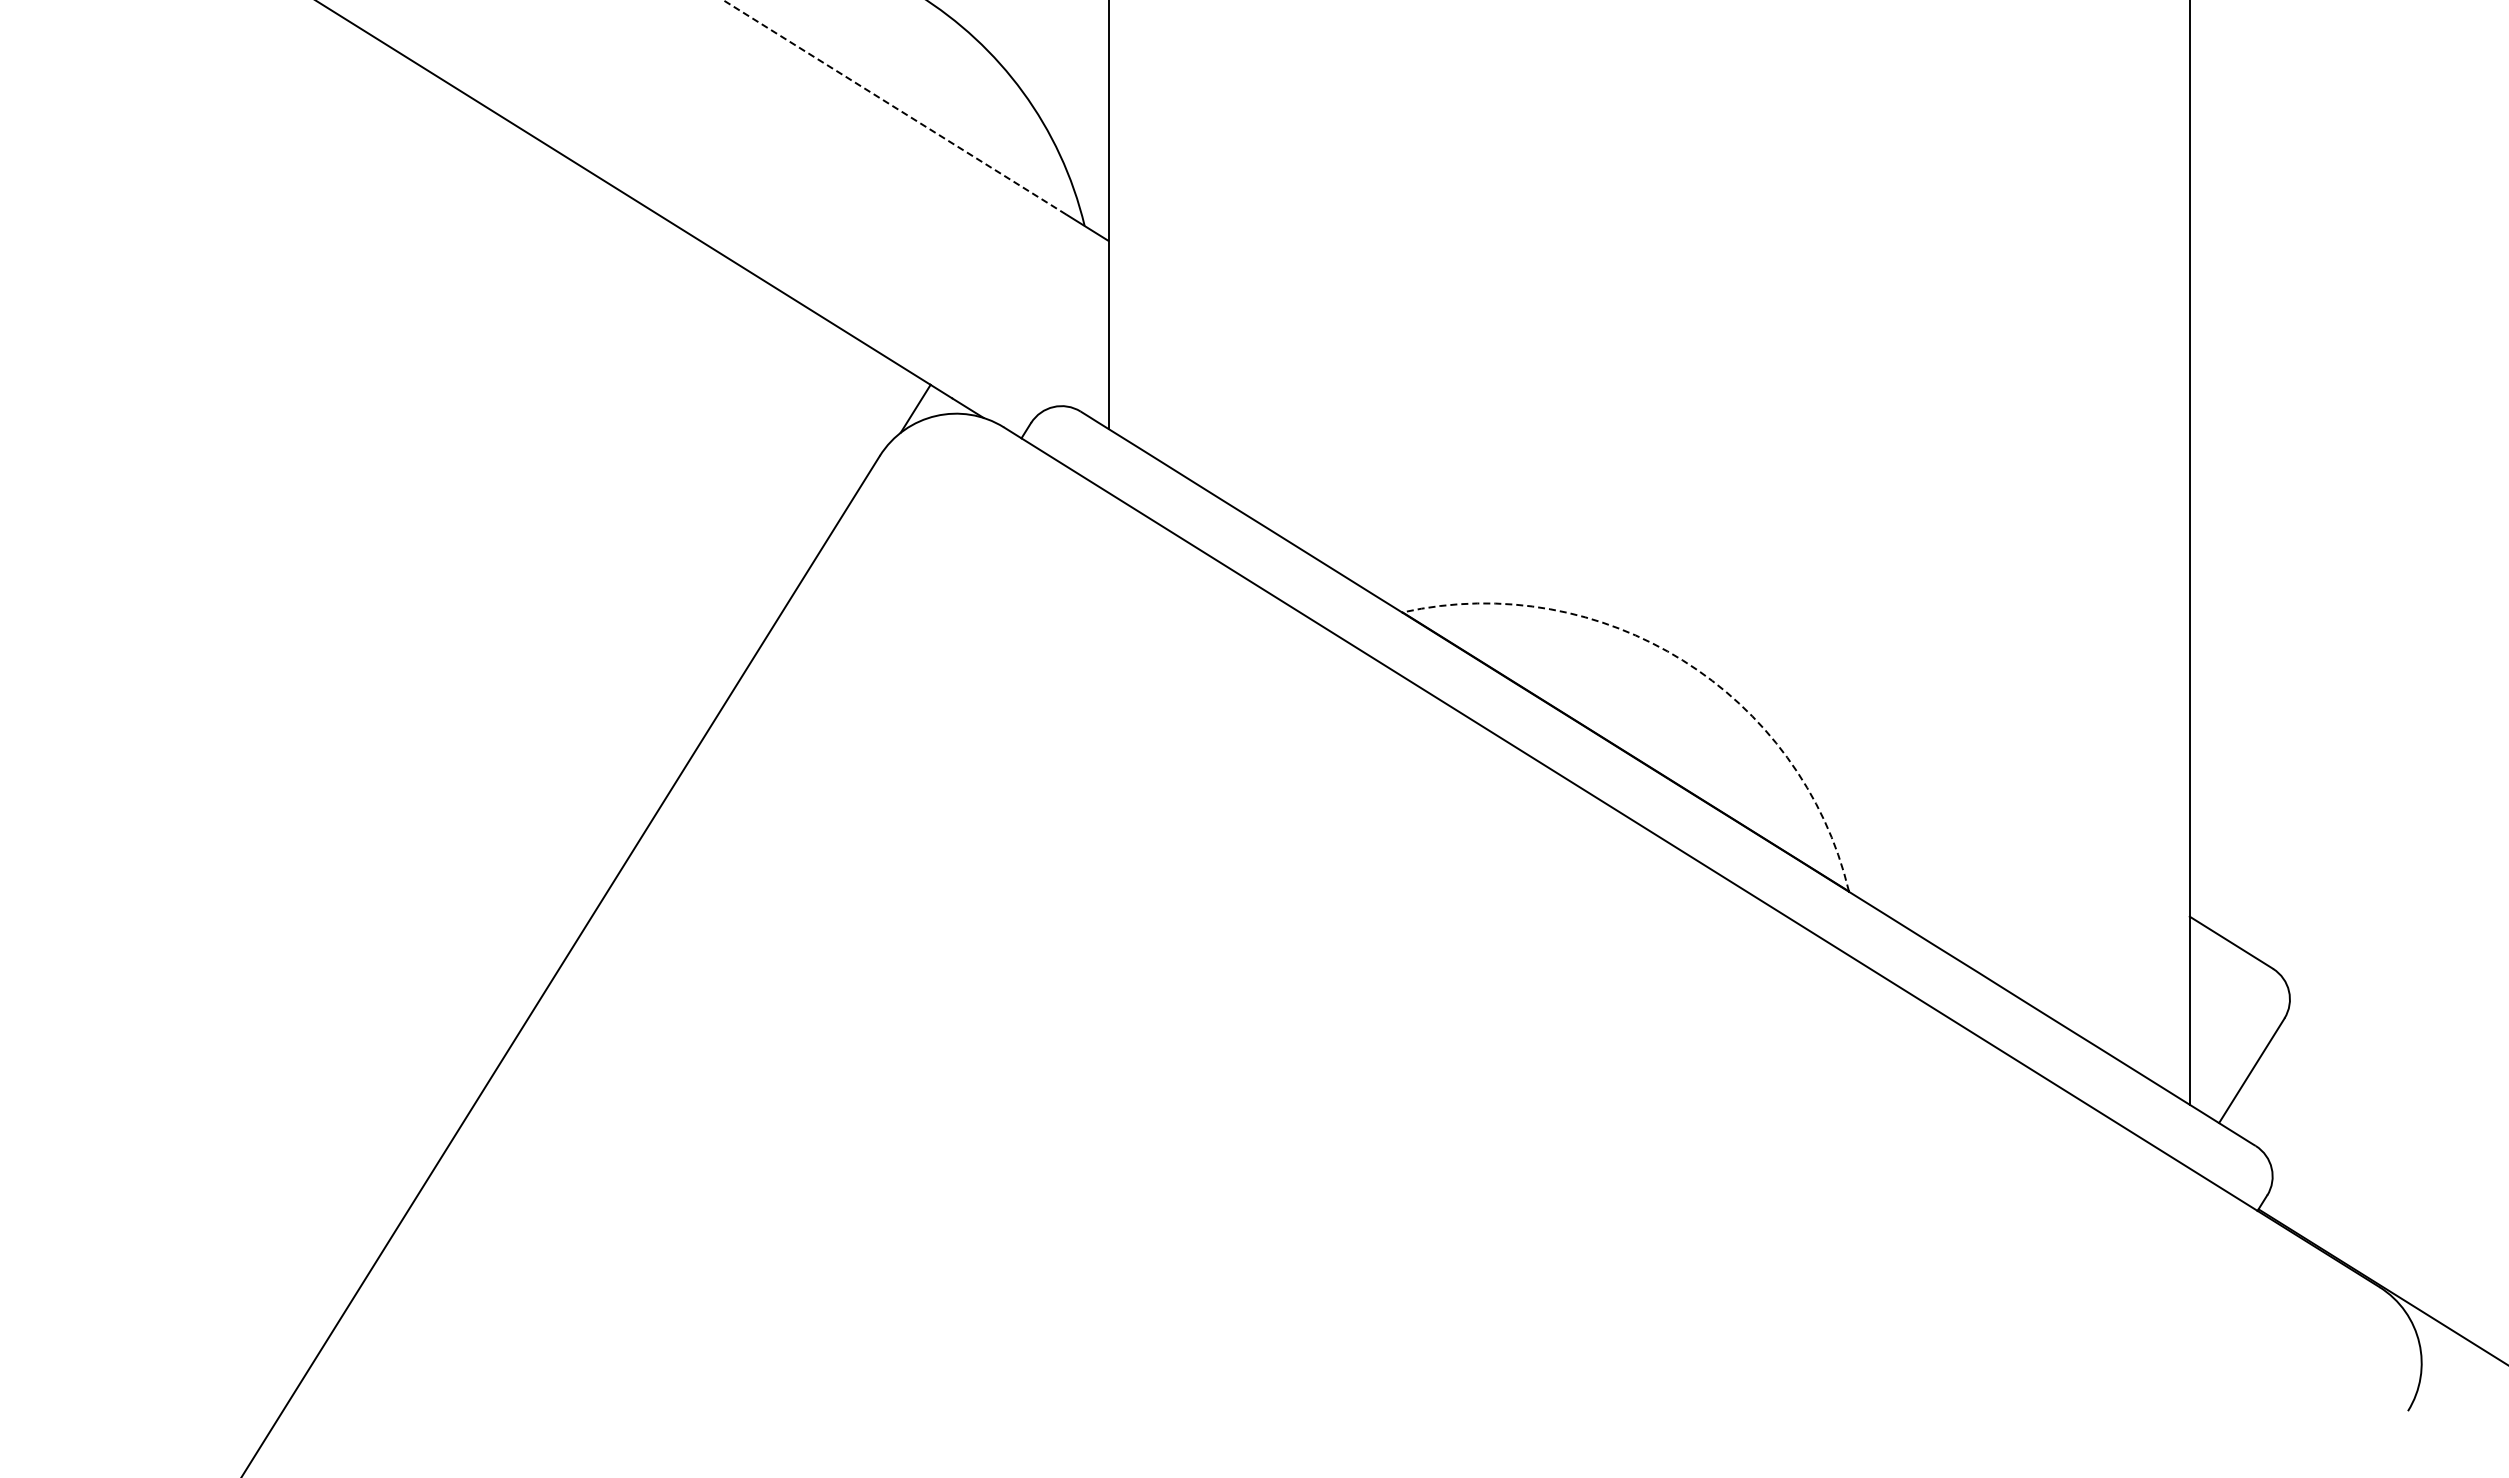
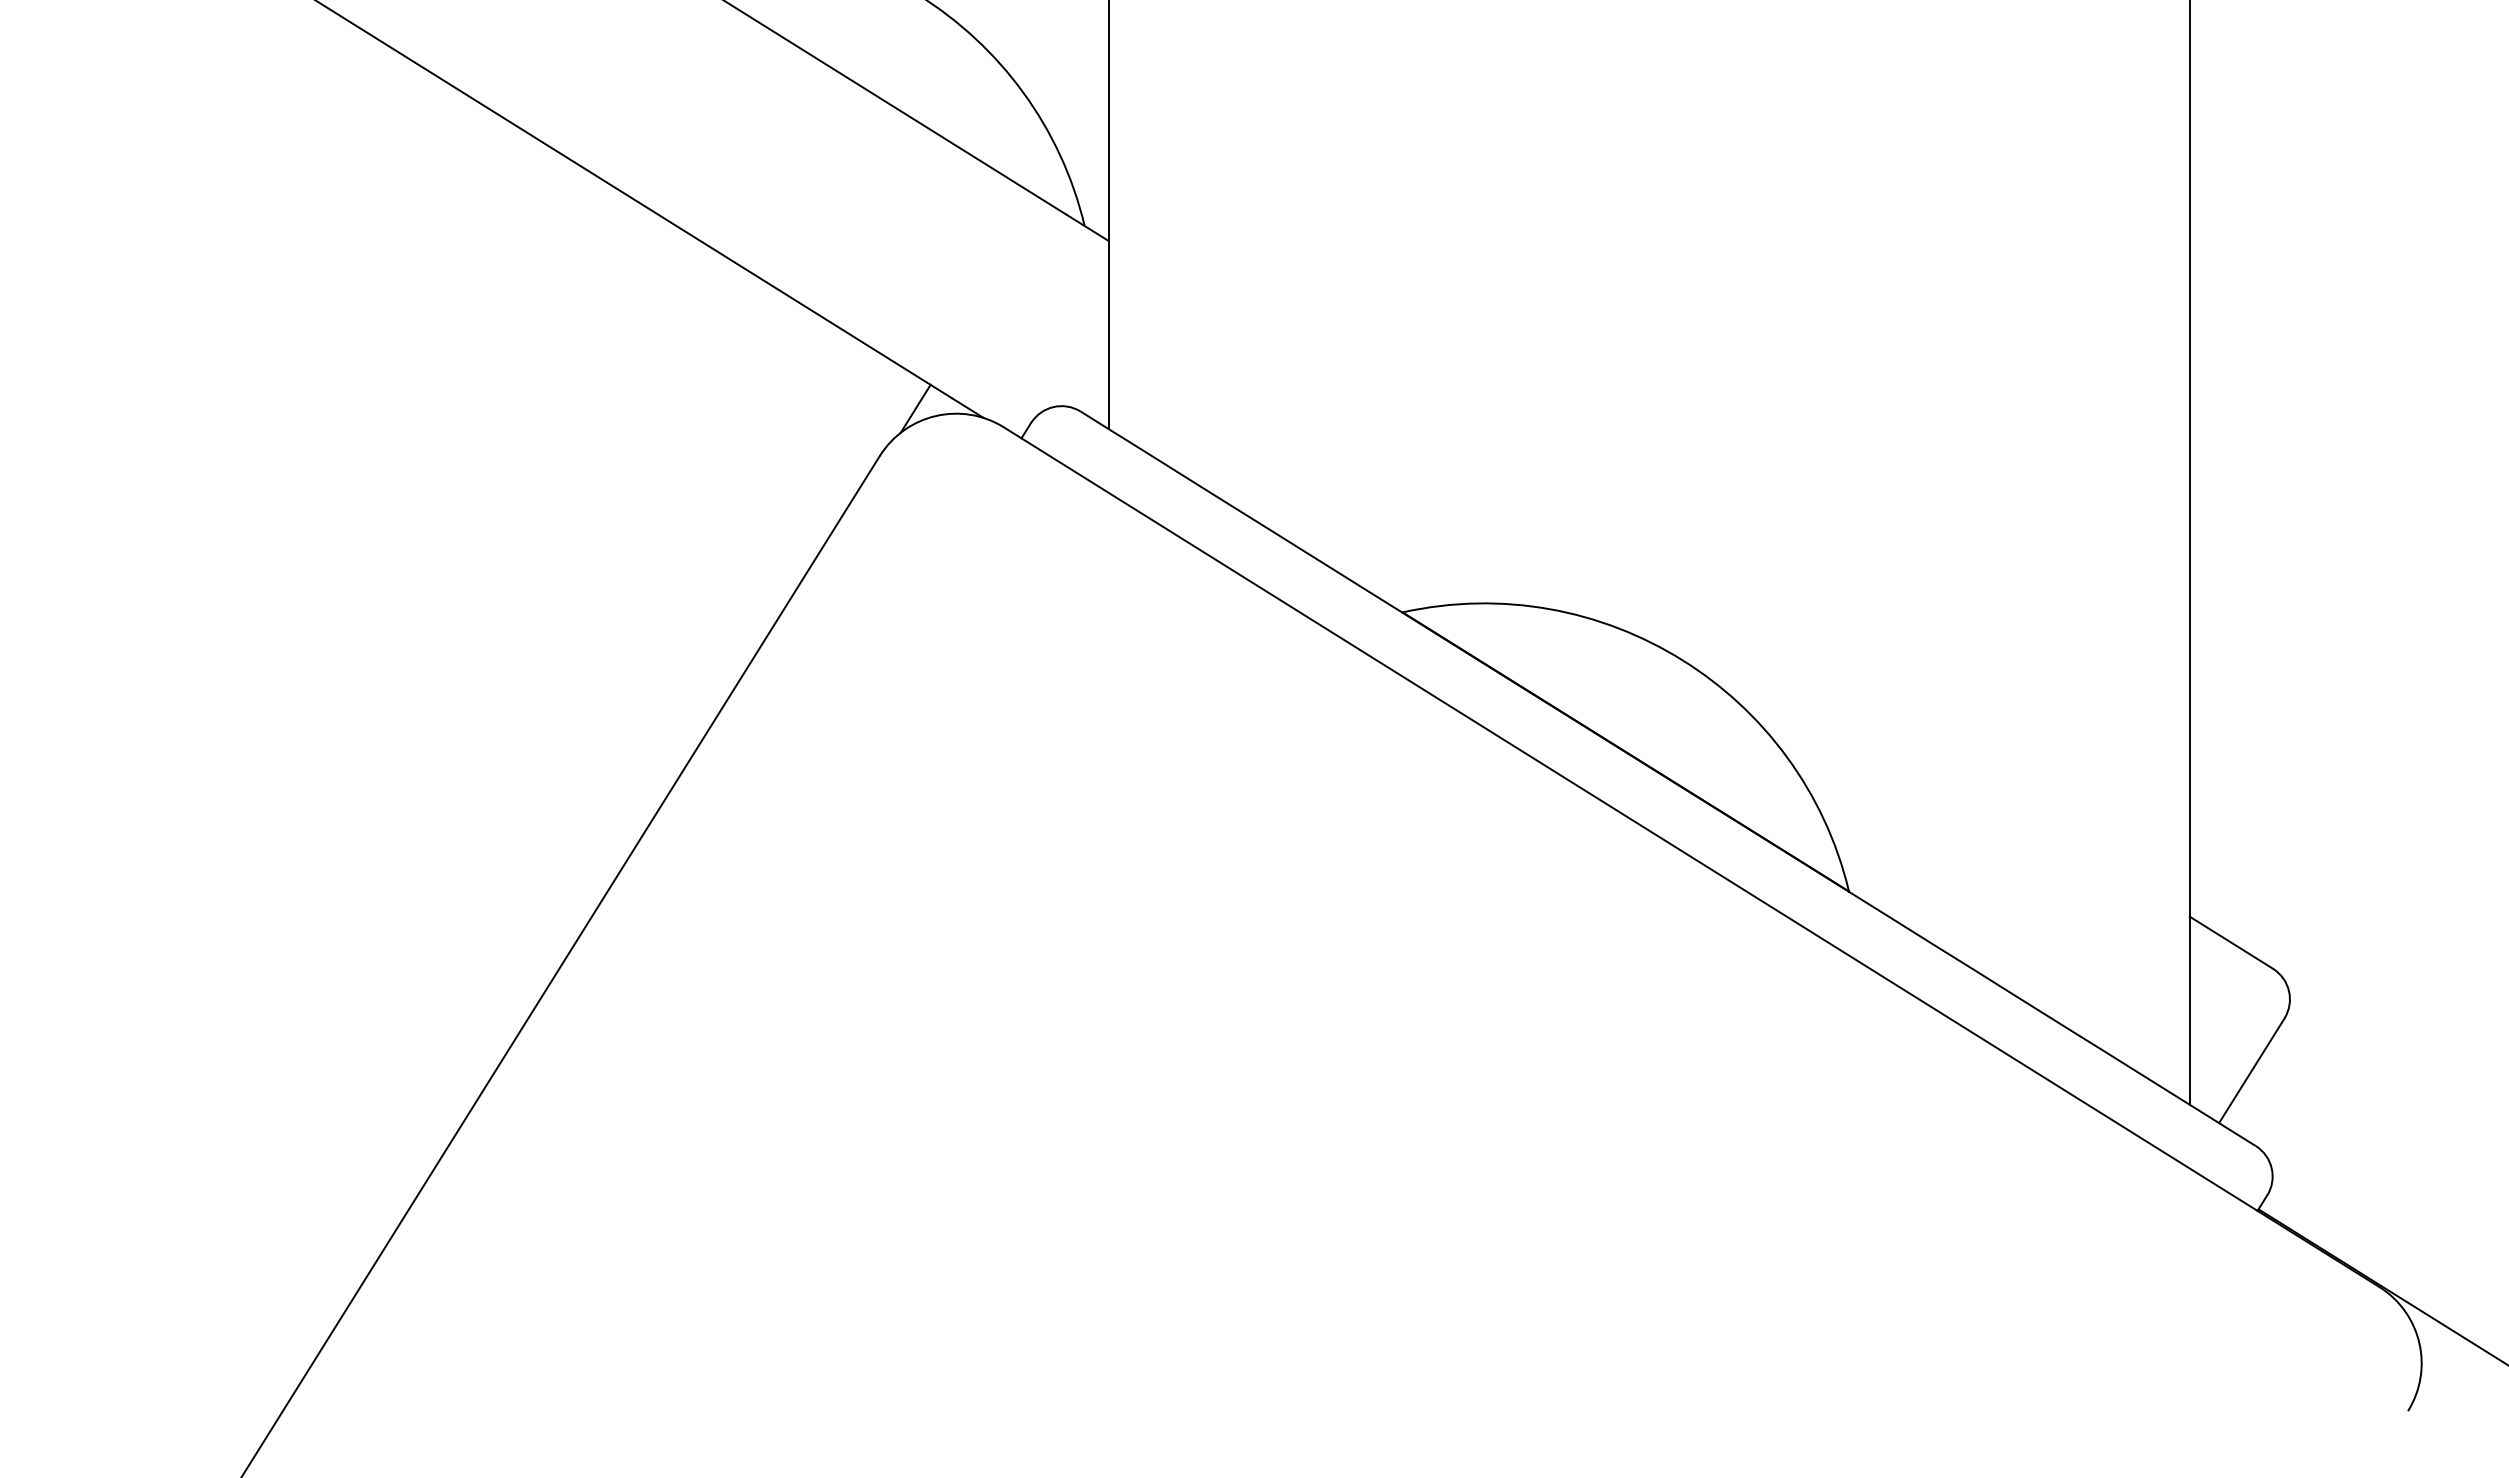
line at (895, 107): dashed -> solid
arc at (1682, 660): dashed -> solid
